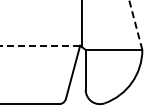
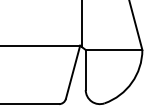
line at (135, 24): dashed -> solid
line at (40, 45): dashed -> solid
